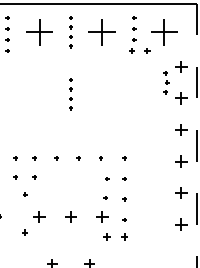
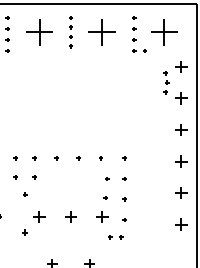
part at (139, 50) size: 22x6 px -> 15x4 px
part at (70, 94): present -> none
line at (197, 135): dashed -> solid
part at (115, 236) size: 25x8 px -> 16x5 px
